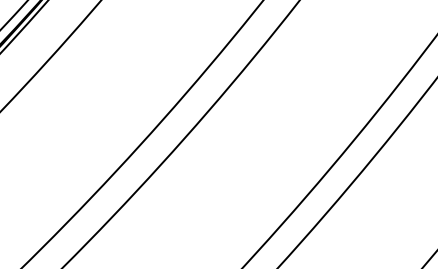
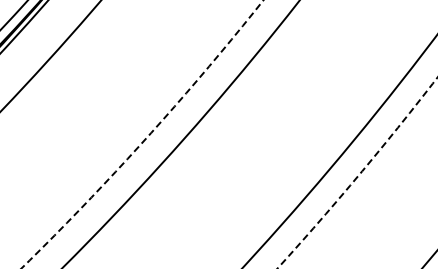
circle at (142, 134): solid -> dashed
circle at (357, 172): solid -> dashed
